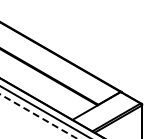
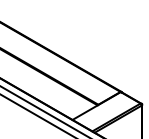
line at (39, 116): dashed -> solid
